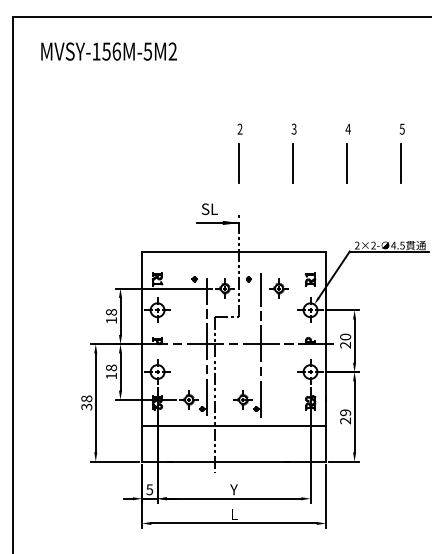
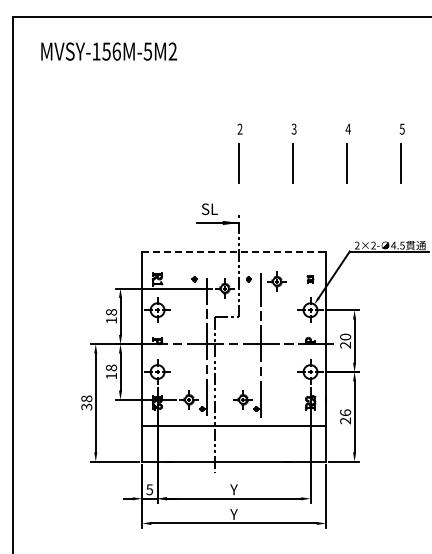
line at (234, 251): solid -> dashed
part at (310, 279) size: 13x15 px -> 9x9 px
part at (278, 288) position: (278, 288) -> (276, 281)
text at (345, 412): 29 -> 26
text at (233, 514): L -> Y
